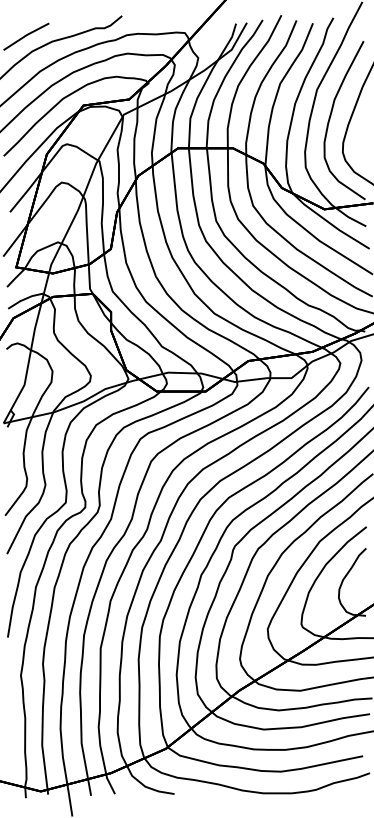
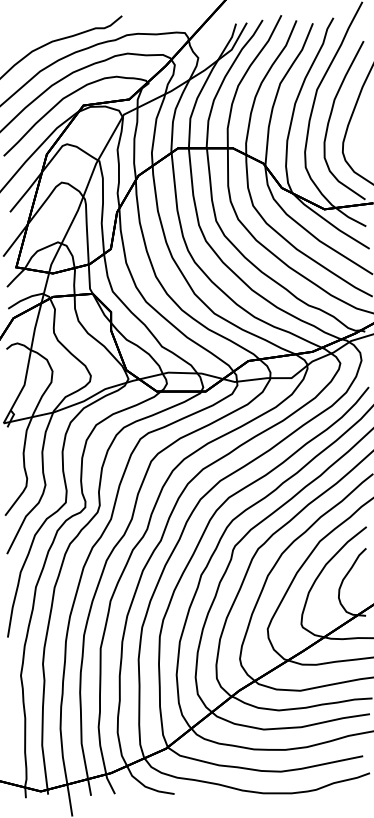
line at (26, 36): present -> none
